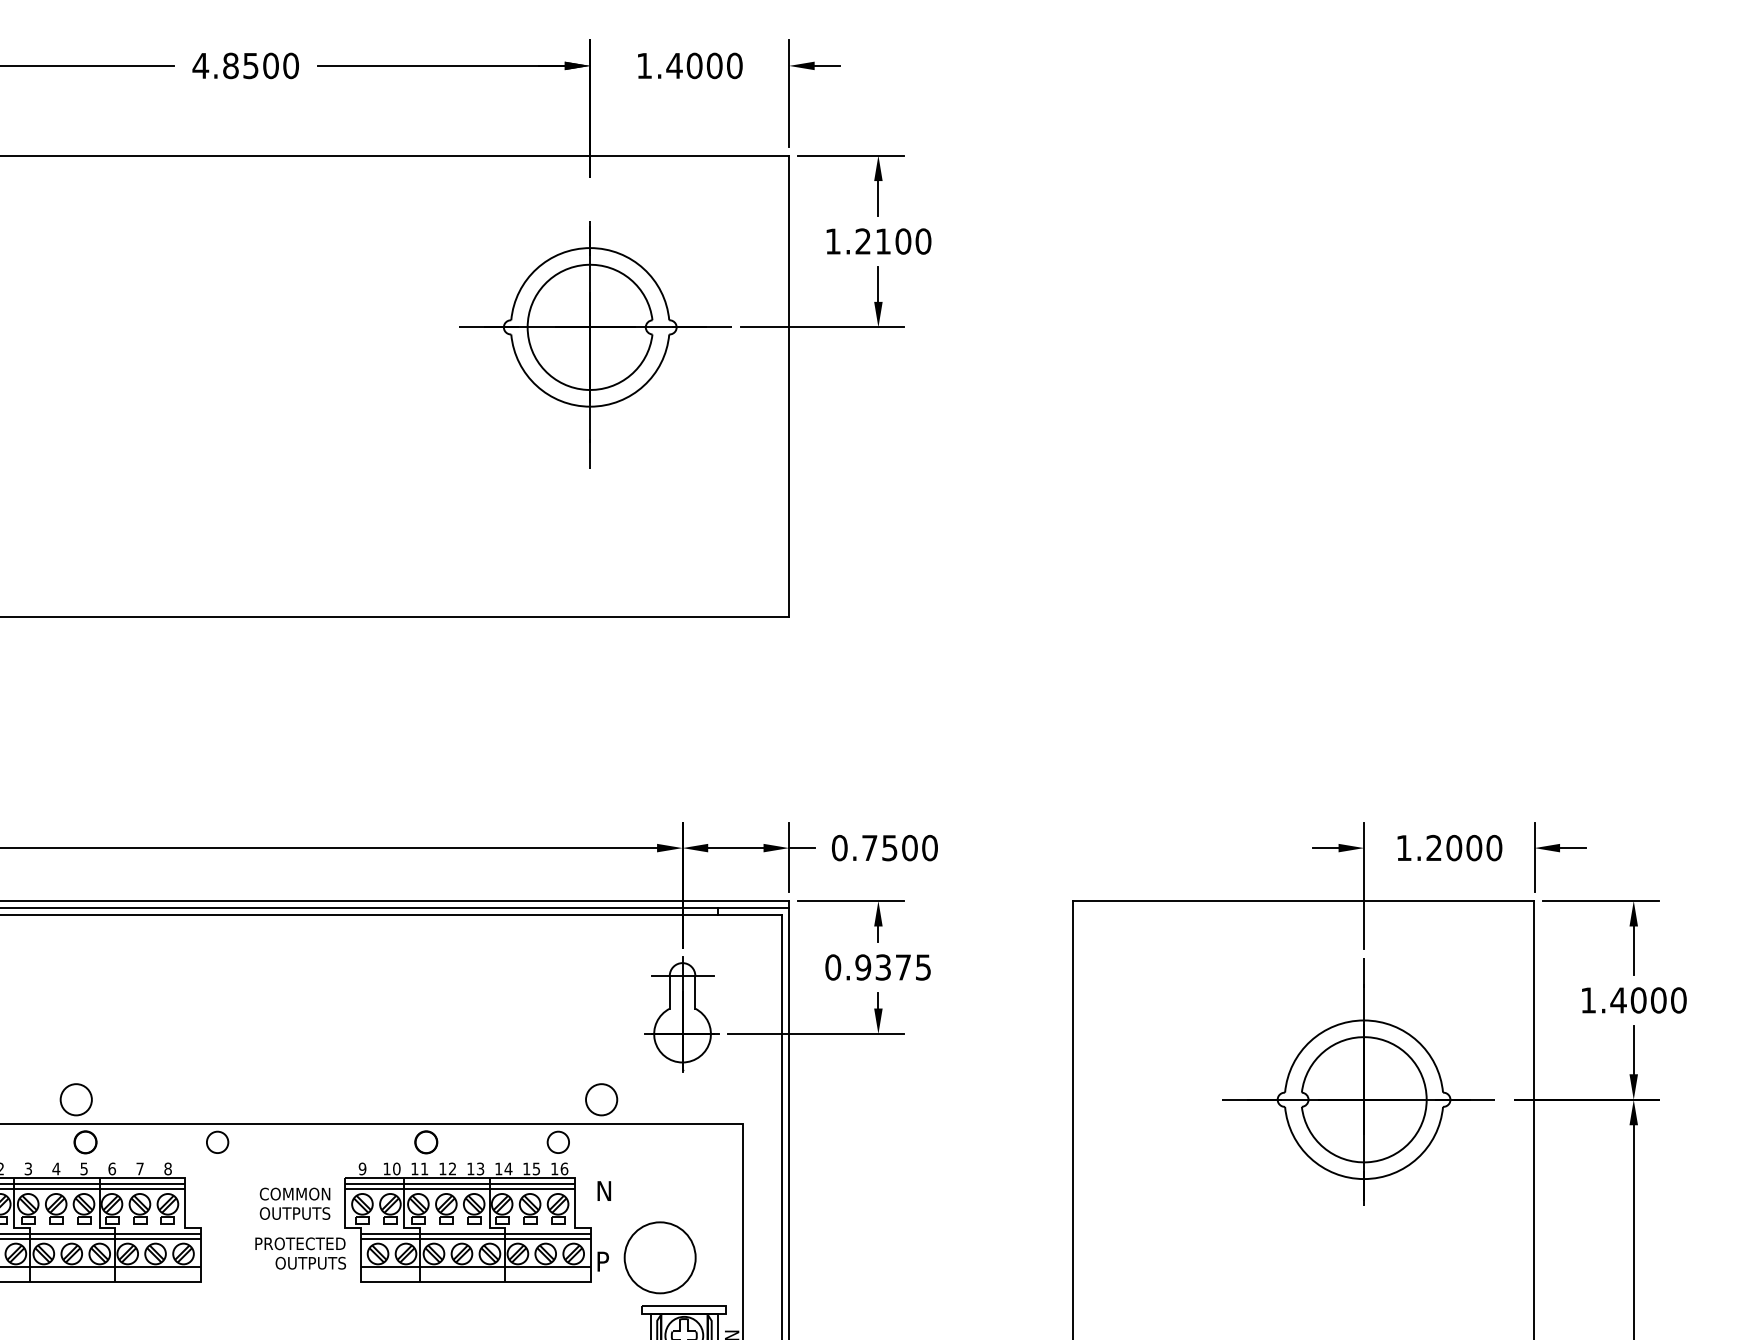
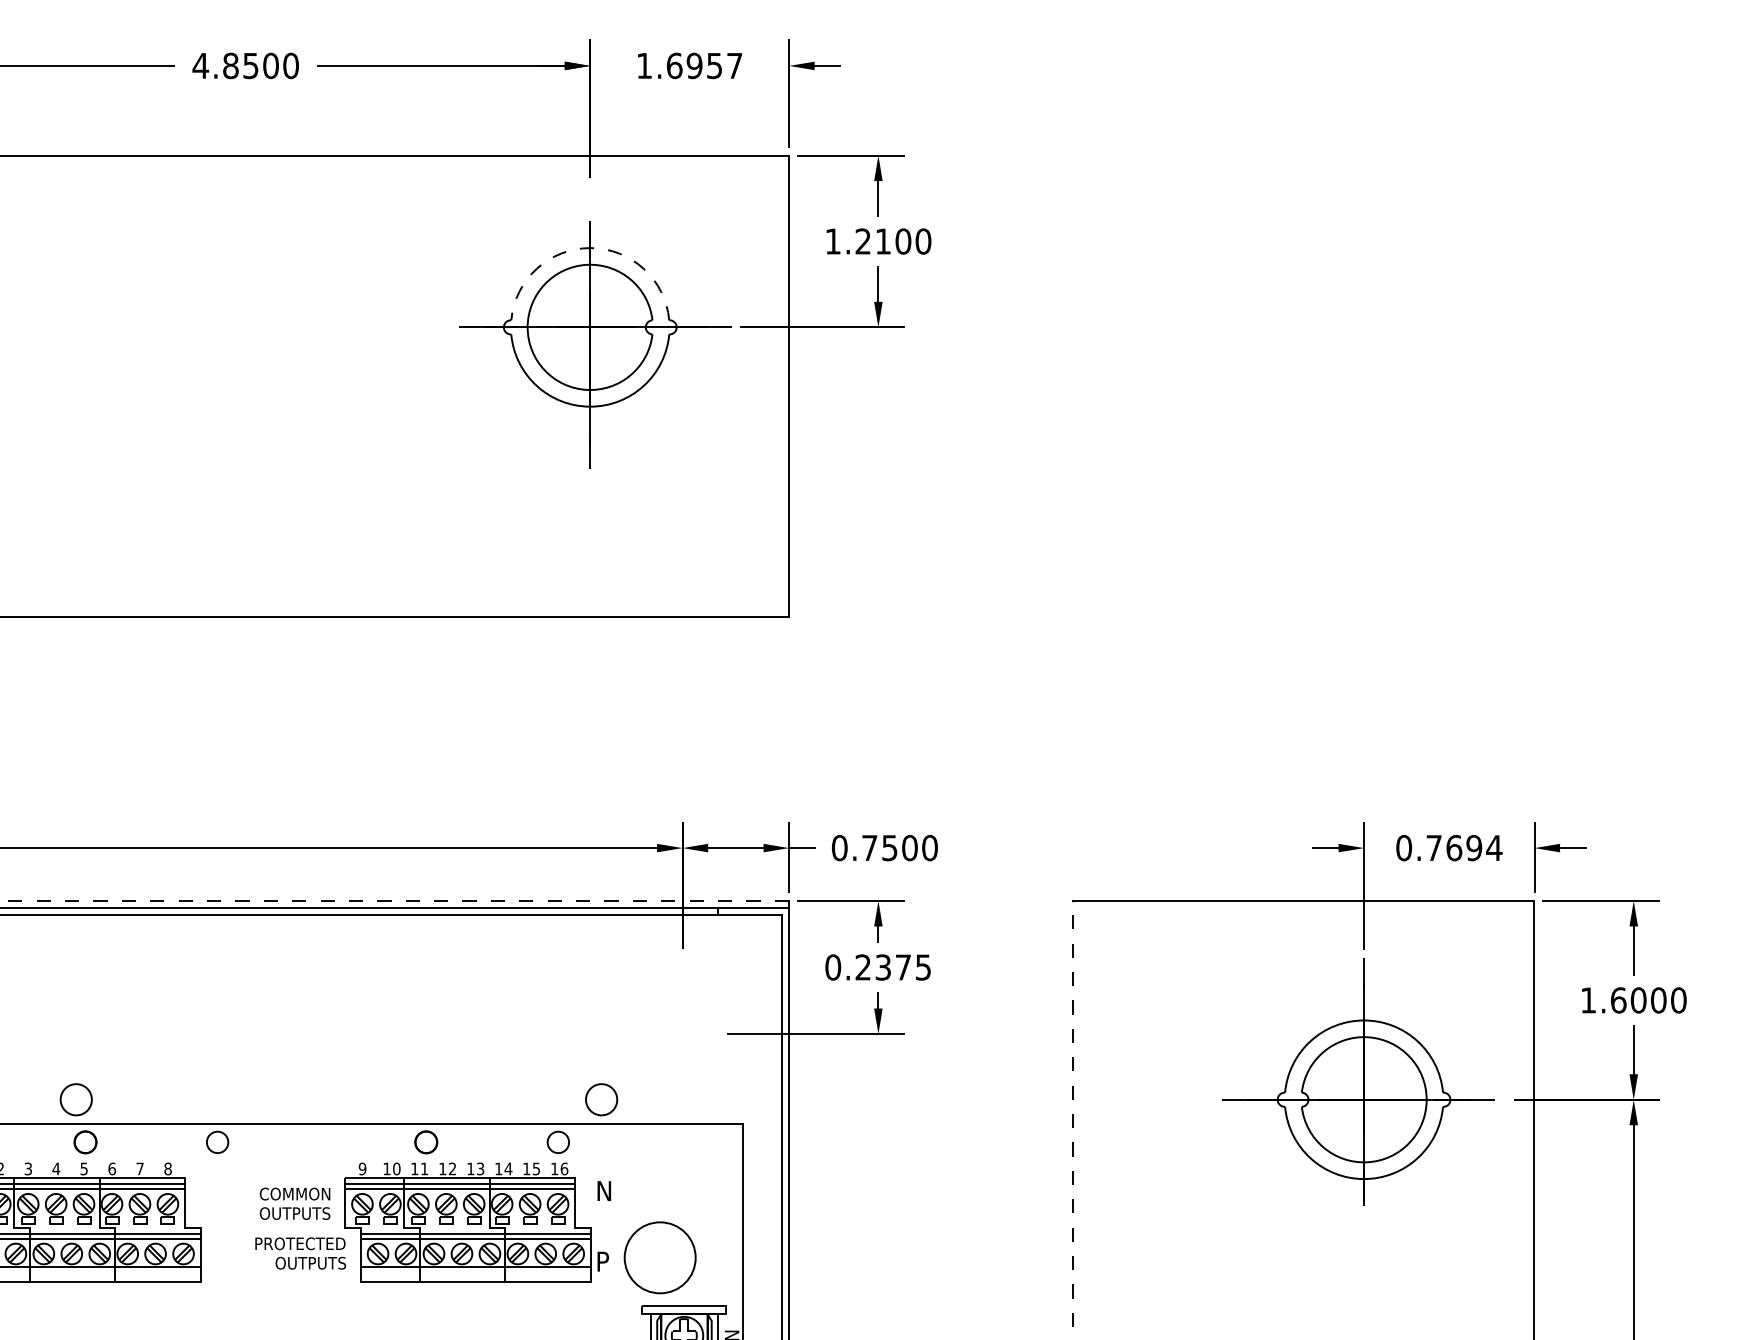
text at (704, 65): 1.4000 -> 1.6957
arc at (590, 248): solid -> dashed
text at (1449, 847): 1.2000 -> 0.7694
line at (395, 900): solid -> dashed
text at (863, 967): 0.9375 -> 0.2375
text at (1618, 1000): 1.4000 -> 1.6000
part at (681, 1014): present -> none
line at (1073, 1119): solid -> dashed
